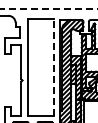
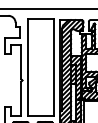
line at (48, 9): dashed -> solid
line at (54, 67): dashed -> solid
